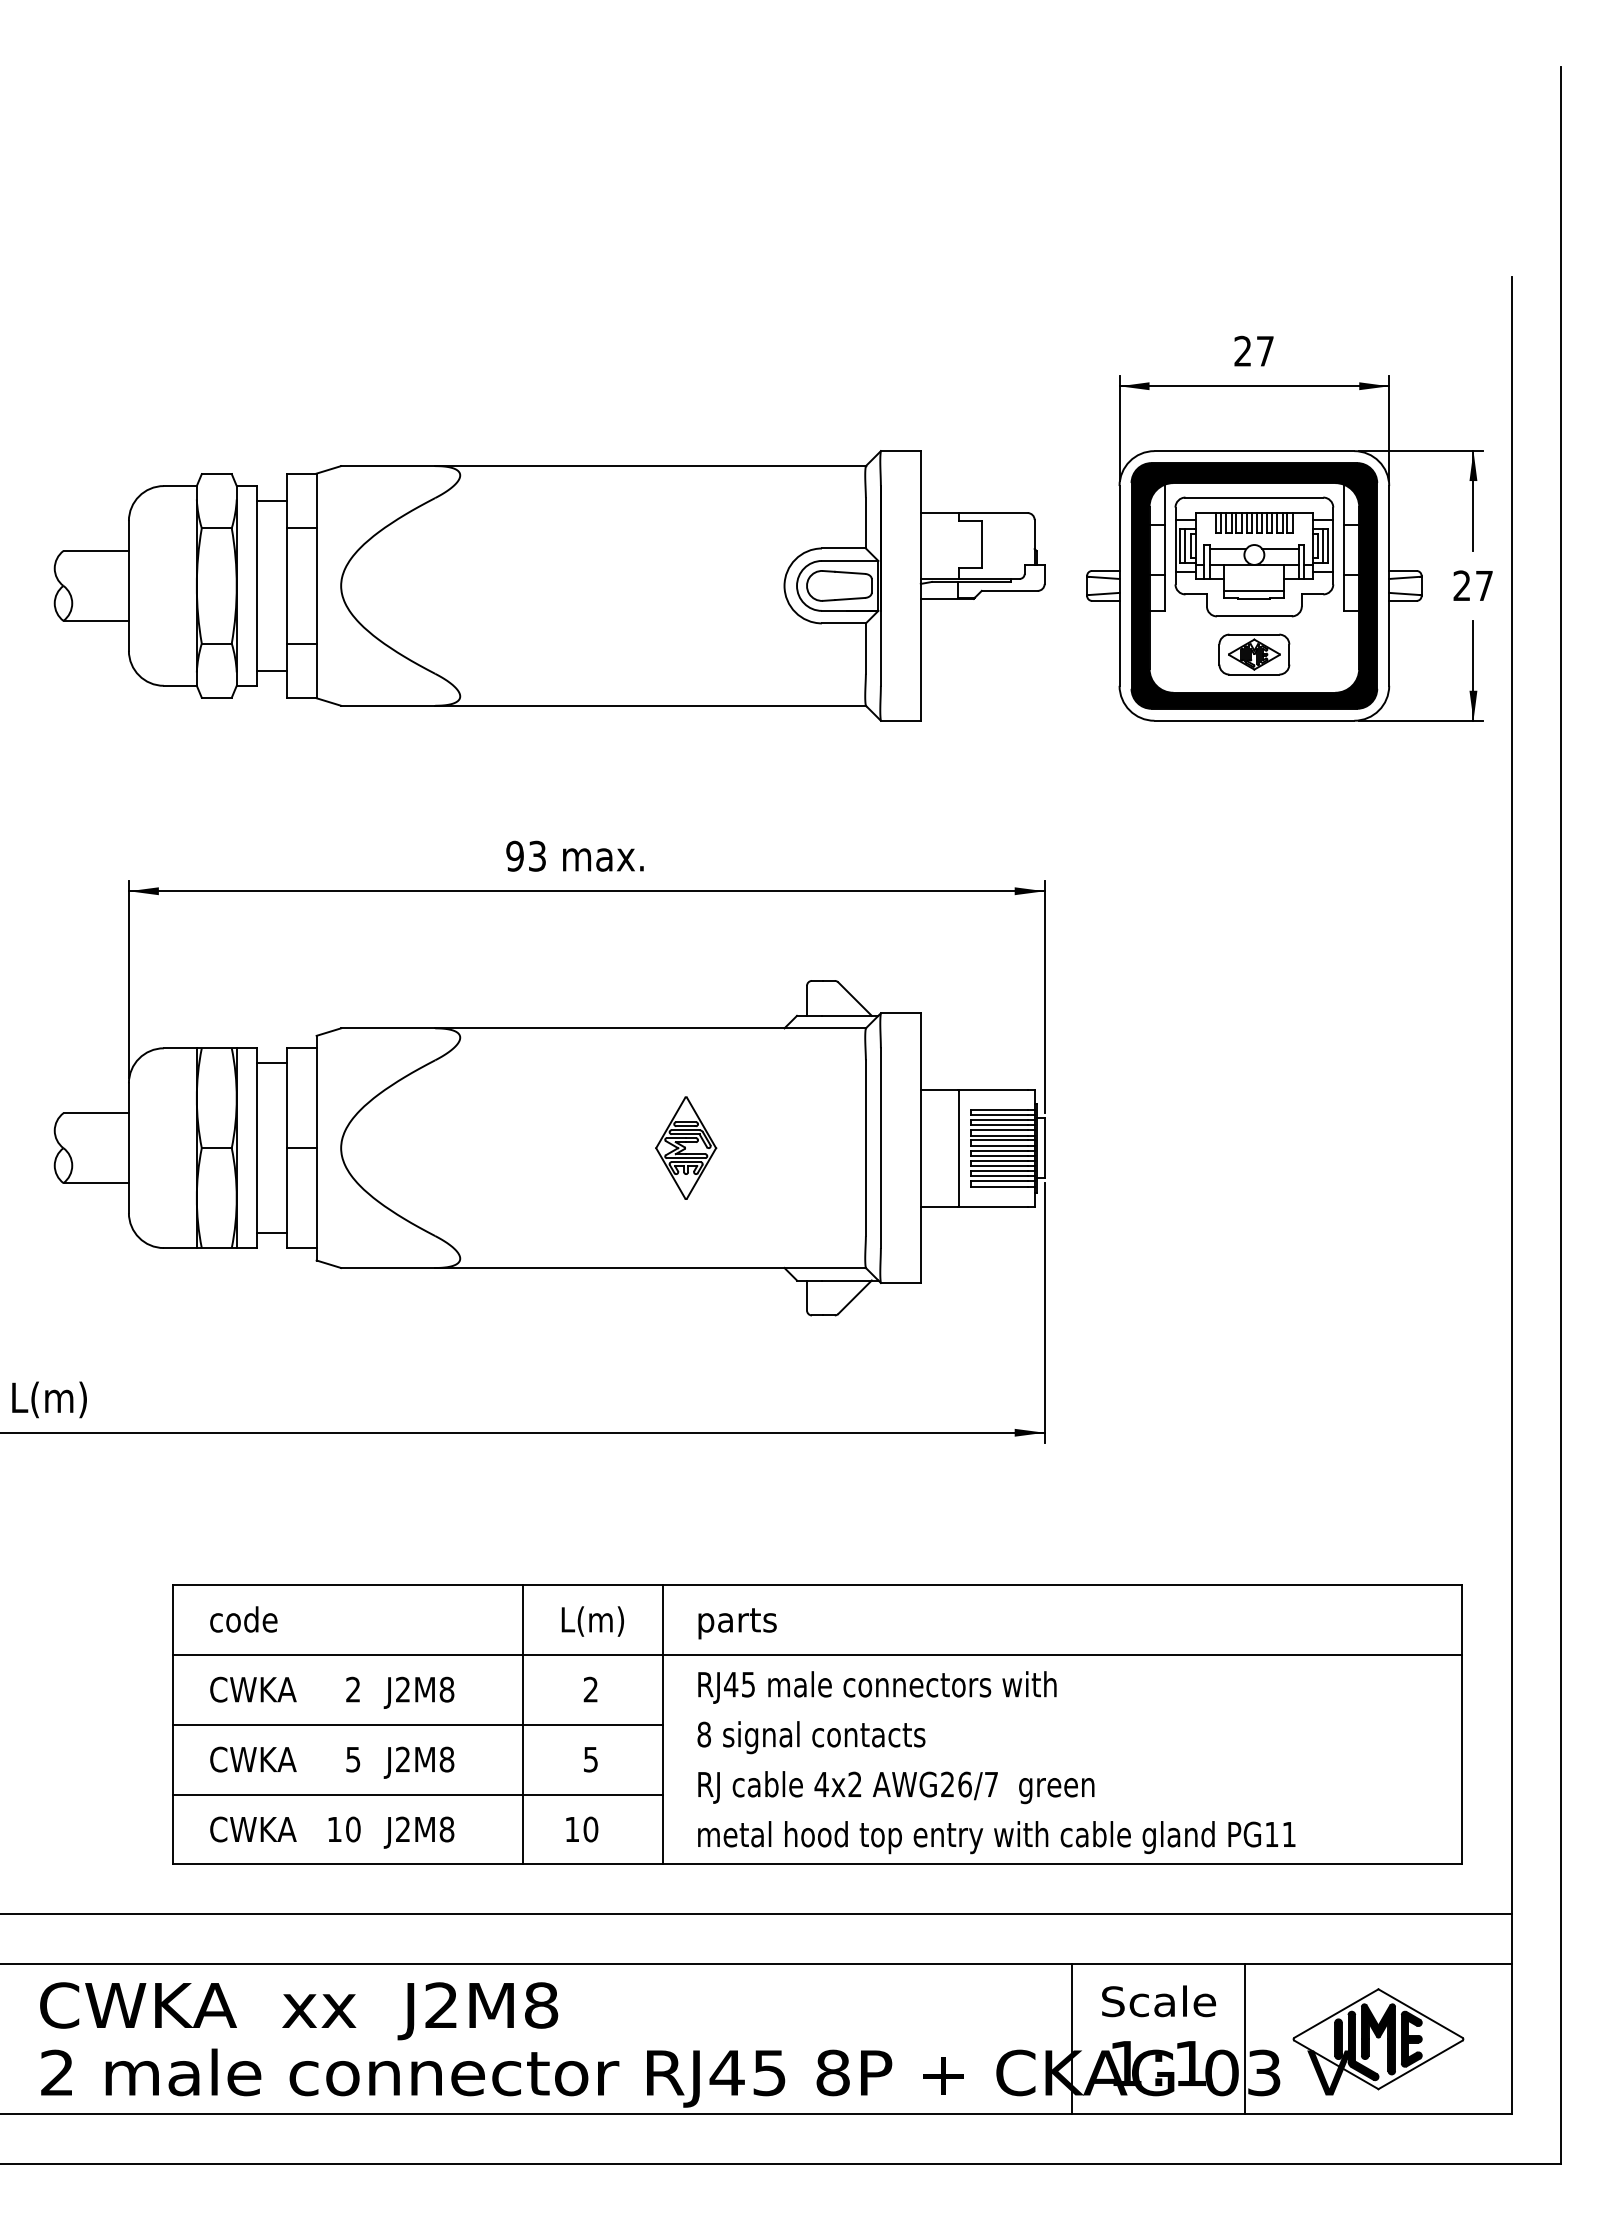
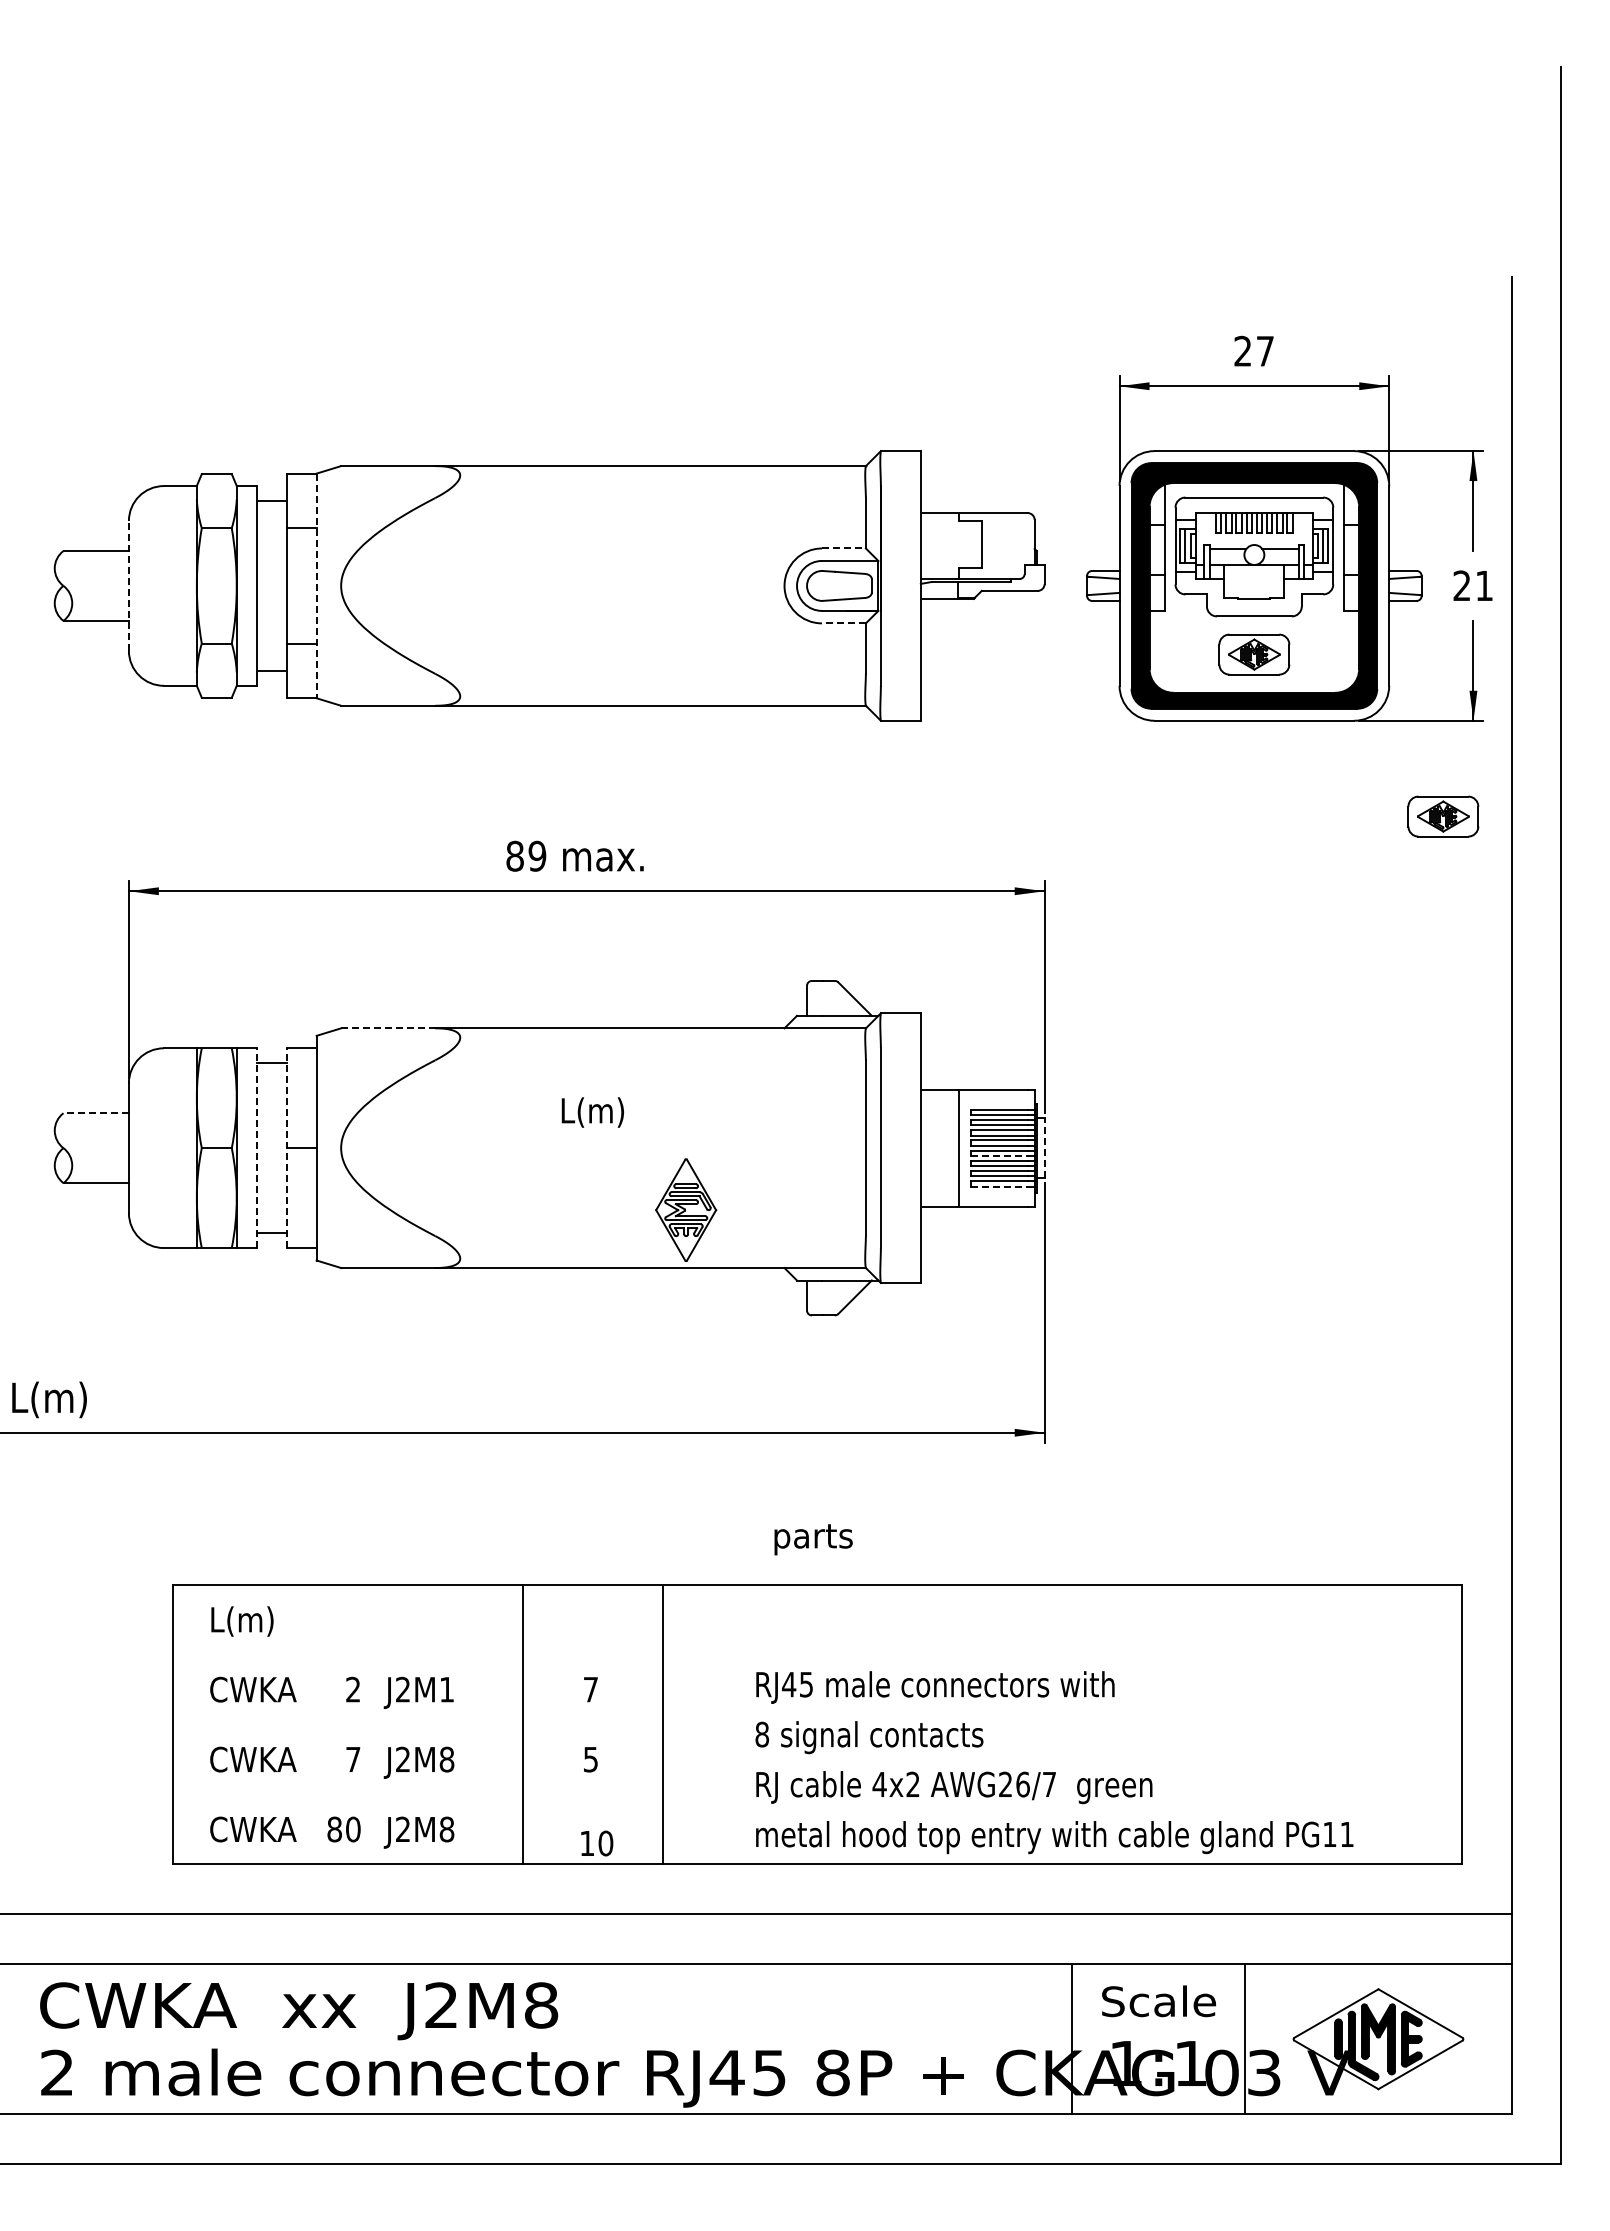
line at (843, 548): solid -> dashed
line at (128, 585): solid -> dashed
text at (1484, 585): 27 -> 21
line at (316, 586): solid -> dashed
line at (1254, 590): present -> none
line at (843, 623): solid -> dashed
part at (1443, 816): none -> present
text at (526, 855): 93 -> 89
line at (388, 1028): solid -> dashed
line at (96, 1113): solid -> dashed
part at (686, 1147) position: (686, 1147) -> (686, 1209)
line at (256, 1148): solid -> dashed
line at (286, 1148): solid -> dashed
line at (1044, 1148): solid -> dashed
line at (999, 1156): solid -> dashed
line at (999, 1186): solid -> dashed
text at (243, 1621): code -> L(m)
text at (592, 1621) position: (592, 1621) -> (592, 1112)
text at (737, 1623) position: (737, 1623) -> (813, 1539)
line at (817, 1654): present -> none
text at (446, 1689): J2M8 -> J2M1
text at (590, 1689): 2 -> 7
line at (417, 1724): present -> none
text at (353, 1759): 5 -> 7
text at (996, 1762) position: (996, 1762) -> (1054, 1762)
line at (417, 1794): present -> none
text at (334, 1829): 10 -> 80
text at (582, 1829) position: (582, 1829) -> (597, 1843)
